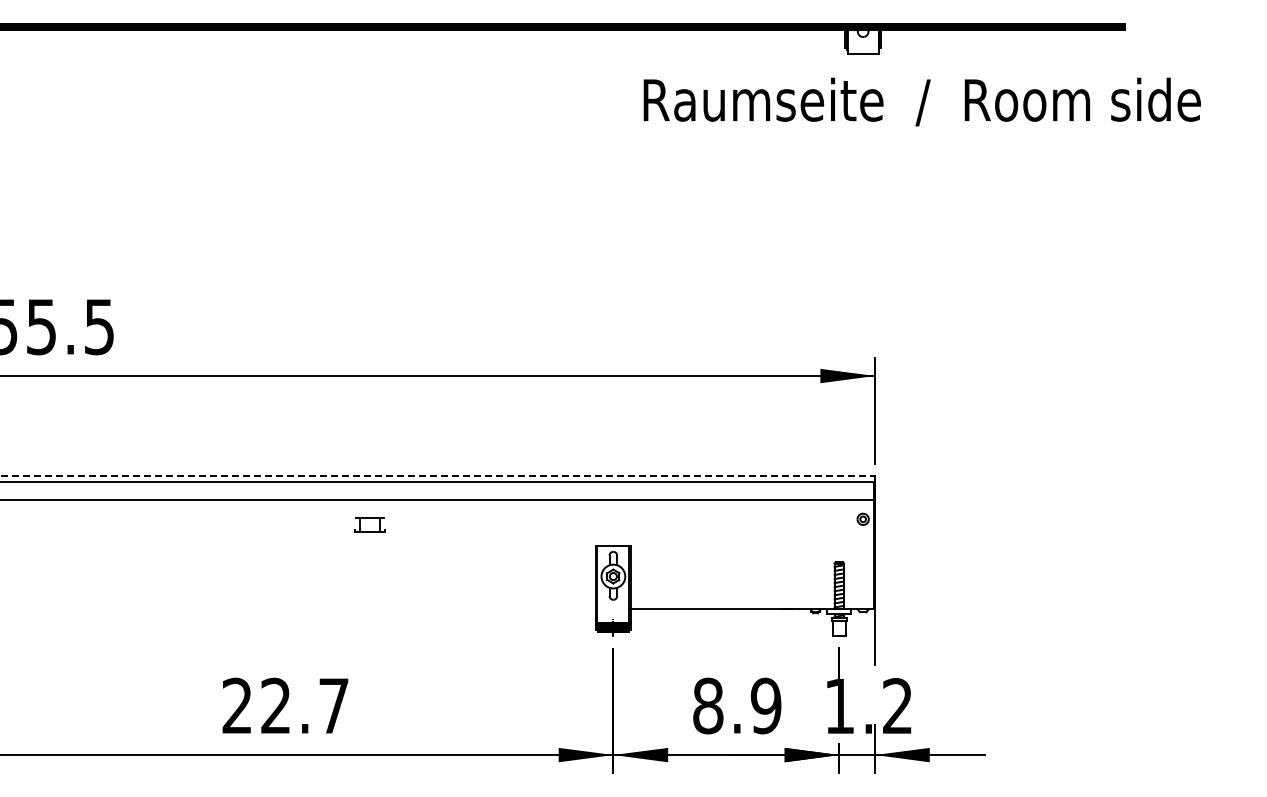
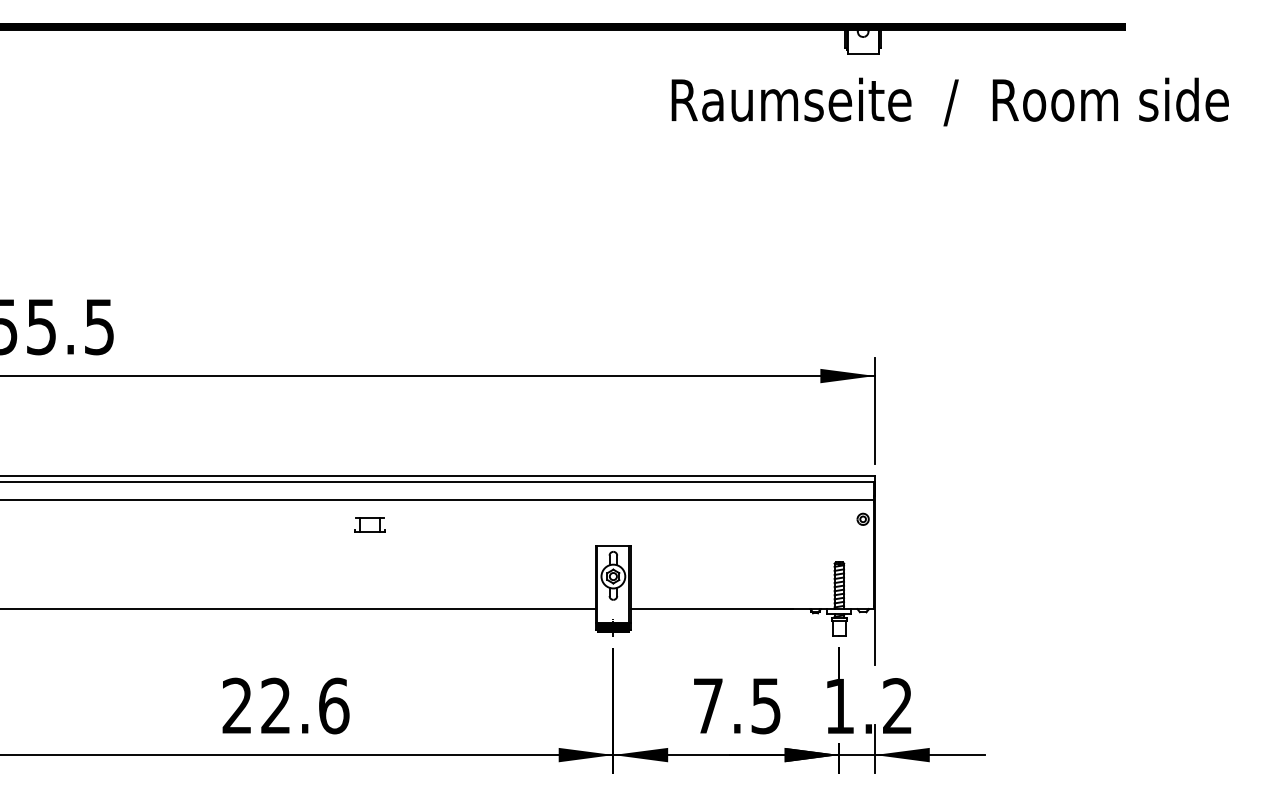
text at (921, 101) position: (921, 101) -> (949, 101)
line at (438, 475): dashed -> solid
line at (298, 609): none -> present
text at (334, 705): 22.7 -> 22.6
text at (737, 705): 8.9 -> 7.5
